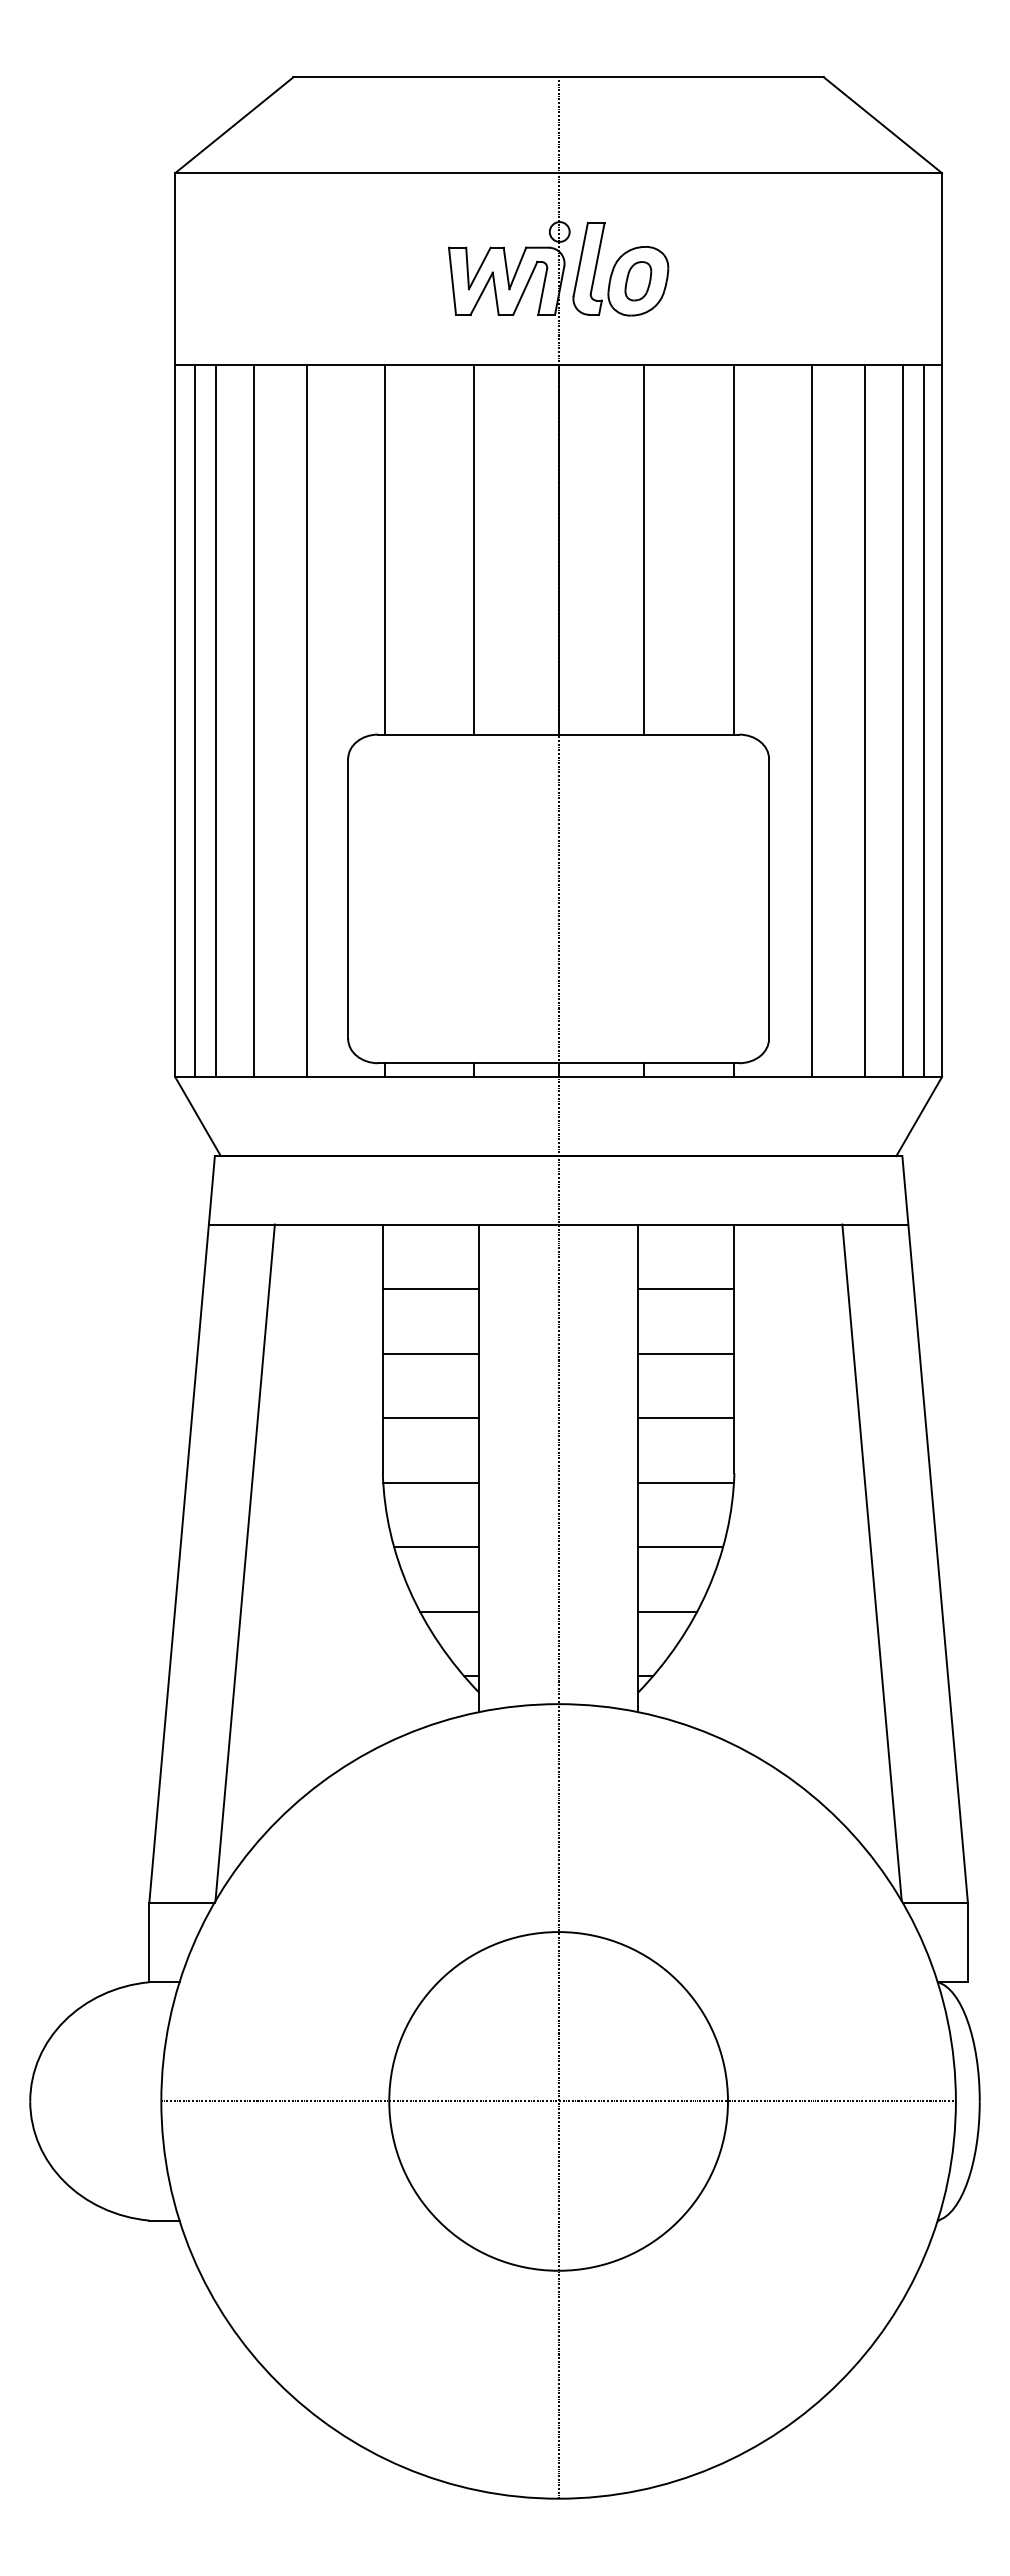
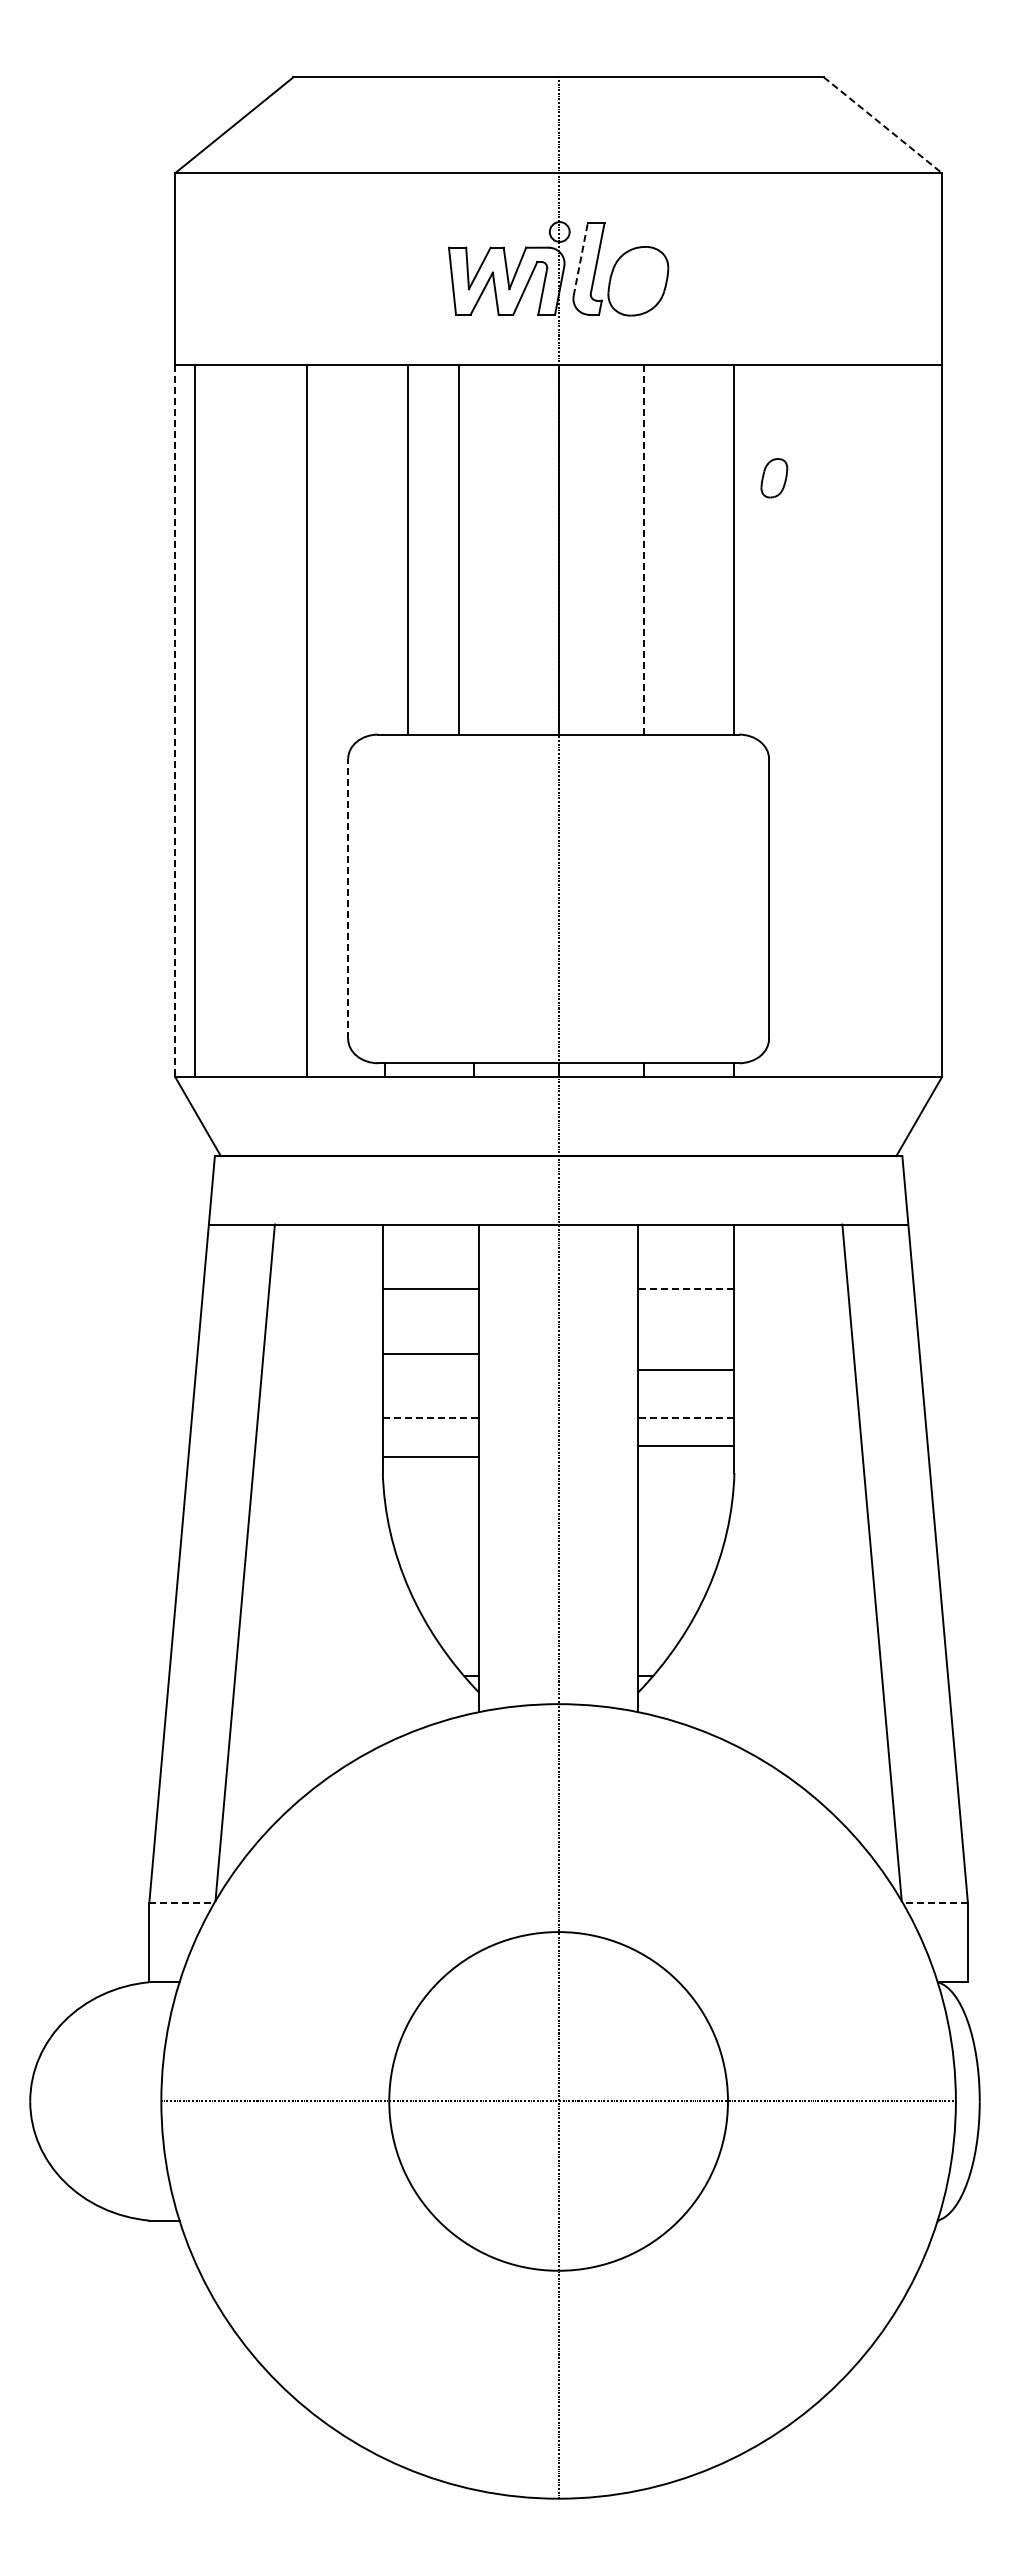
line at (883, 125): solid -> dashed
line at (580, 259): solid -> dashed
part at (638, 281) position: (638, 281) -> (774, 478)
line at (384, 549) position: (384, 549) -> (407, 549)
line at (474, 549) position: (474, 549) -> (459, 549)
line at (644, 549): solid -> dashed
line at (215, 720): present -> none
line at (253, 720): present -> none
line at (812, 720): present -> none
line at (865, 720): present -> none
line at (903, 720): present -> none
line at (923, 720): present -> none
line at (175, 721): solid -> dashed
line at (348, 898): solid -> dashed
line at (685, 1289): solid -> dashed
line at (686, 1353) position: (686, 1353) -> (686, 1369)
line at (431, 1418): solid -> dashed
line at (685, 1418): solid -> dashed
line at (431, 1482) position: (431, 1482) -> (431, 1456)
line at (685, 1482) position: (685, 1482) -> (685, 1445)
line at (436, 1547): present -> none
line at (680, 1547): present -> none
line at (449, 1611): present -> none
line at (667, 1611): present -> none
line at (181, 1902): solid -> dashed
line at (935, 1902): solid -> dashed
